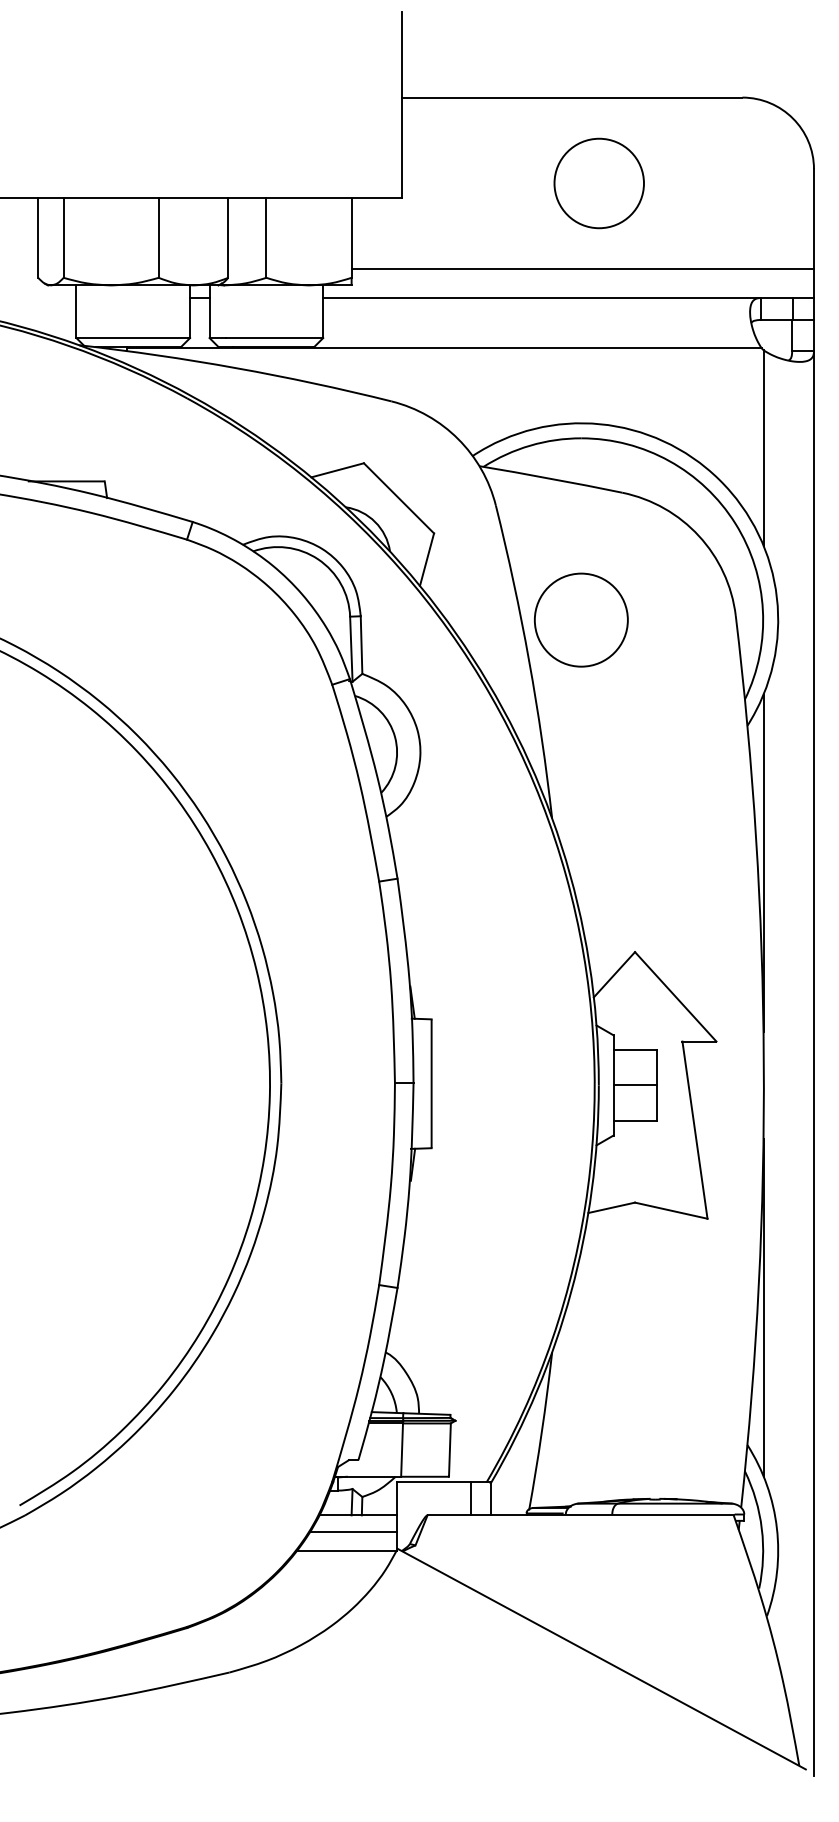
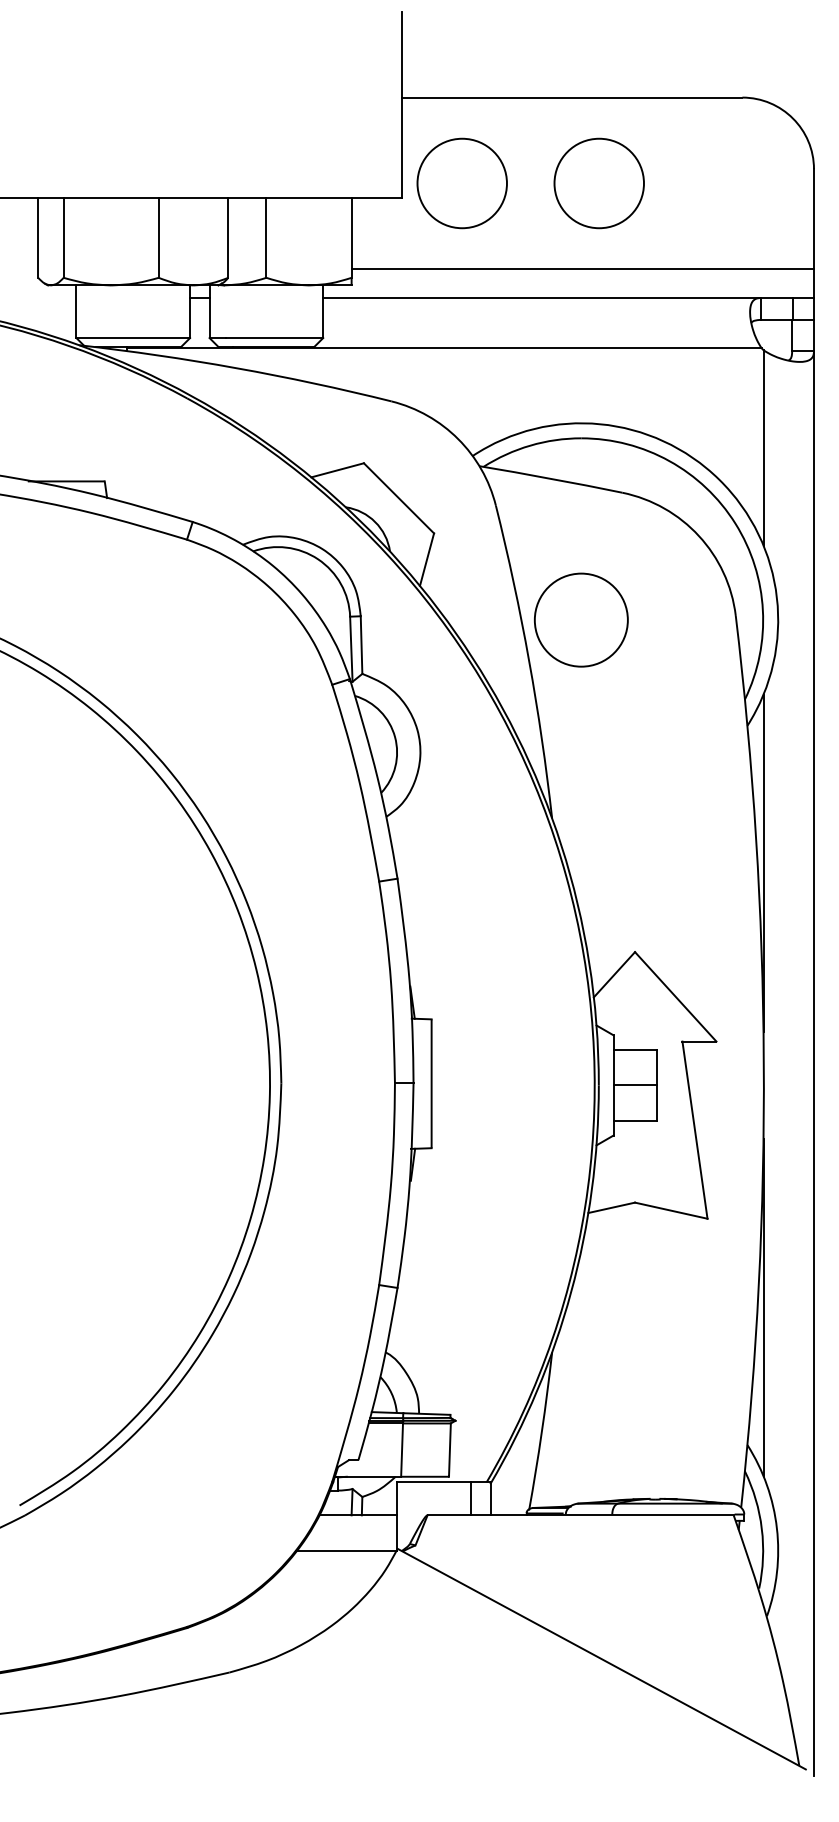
circle at (461, 183): none -> present
line at (352, 1531): present -> none
